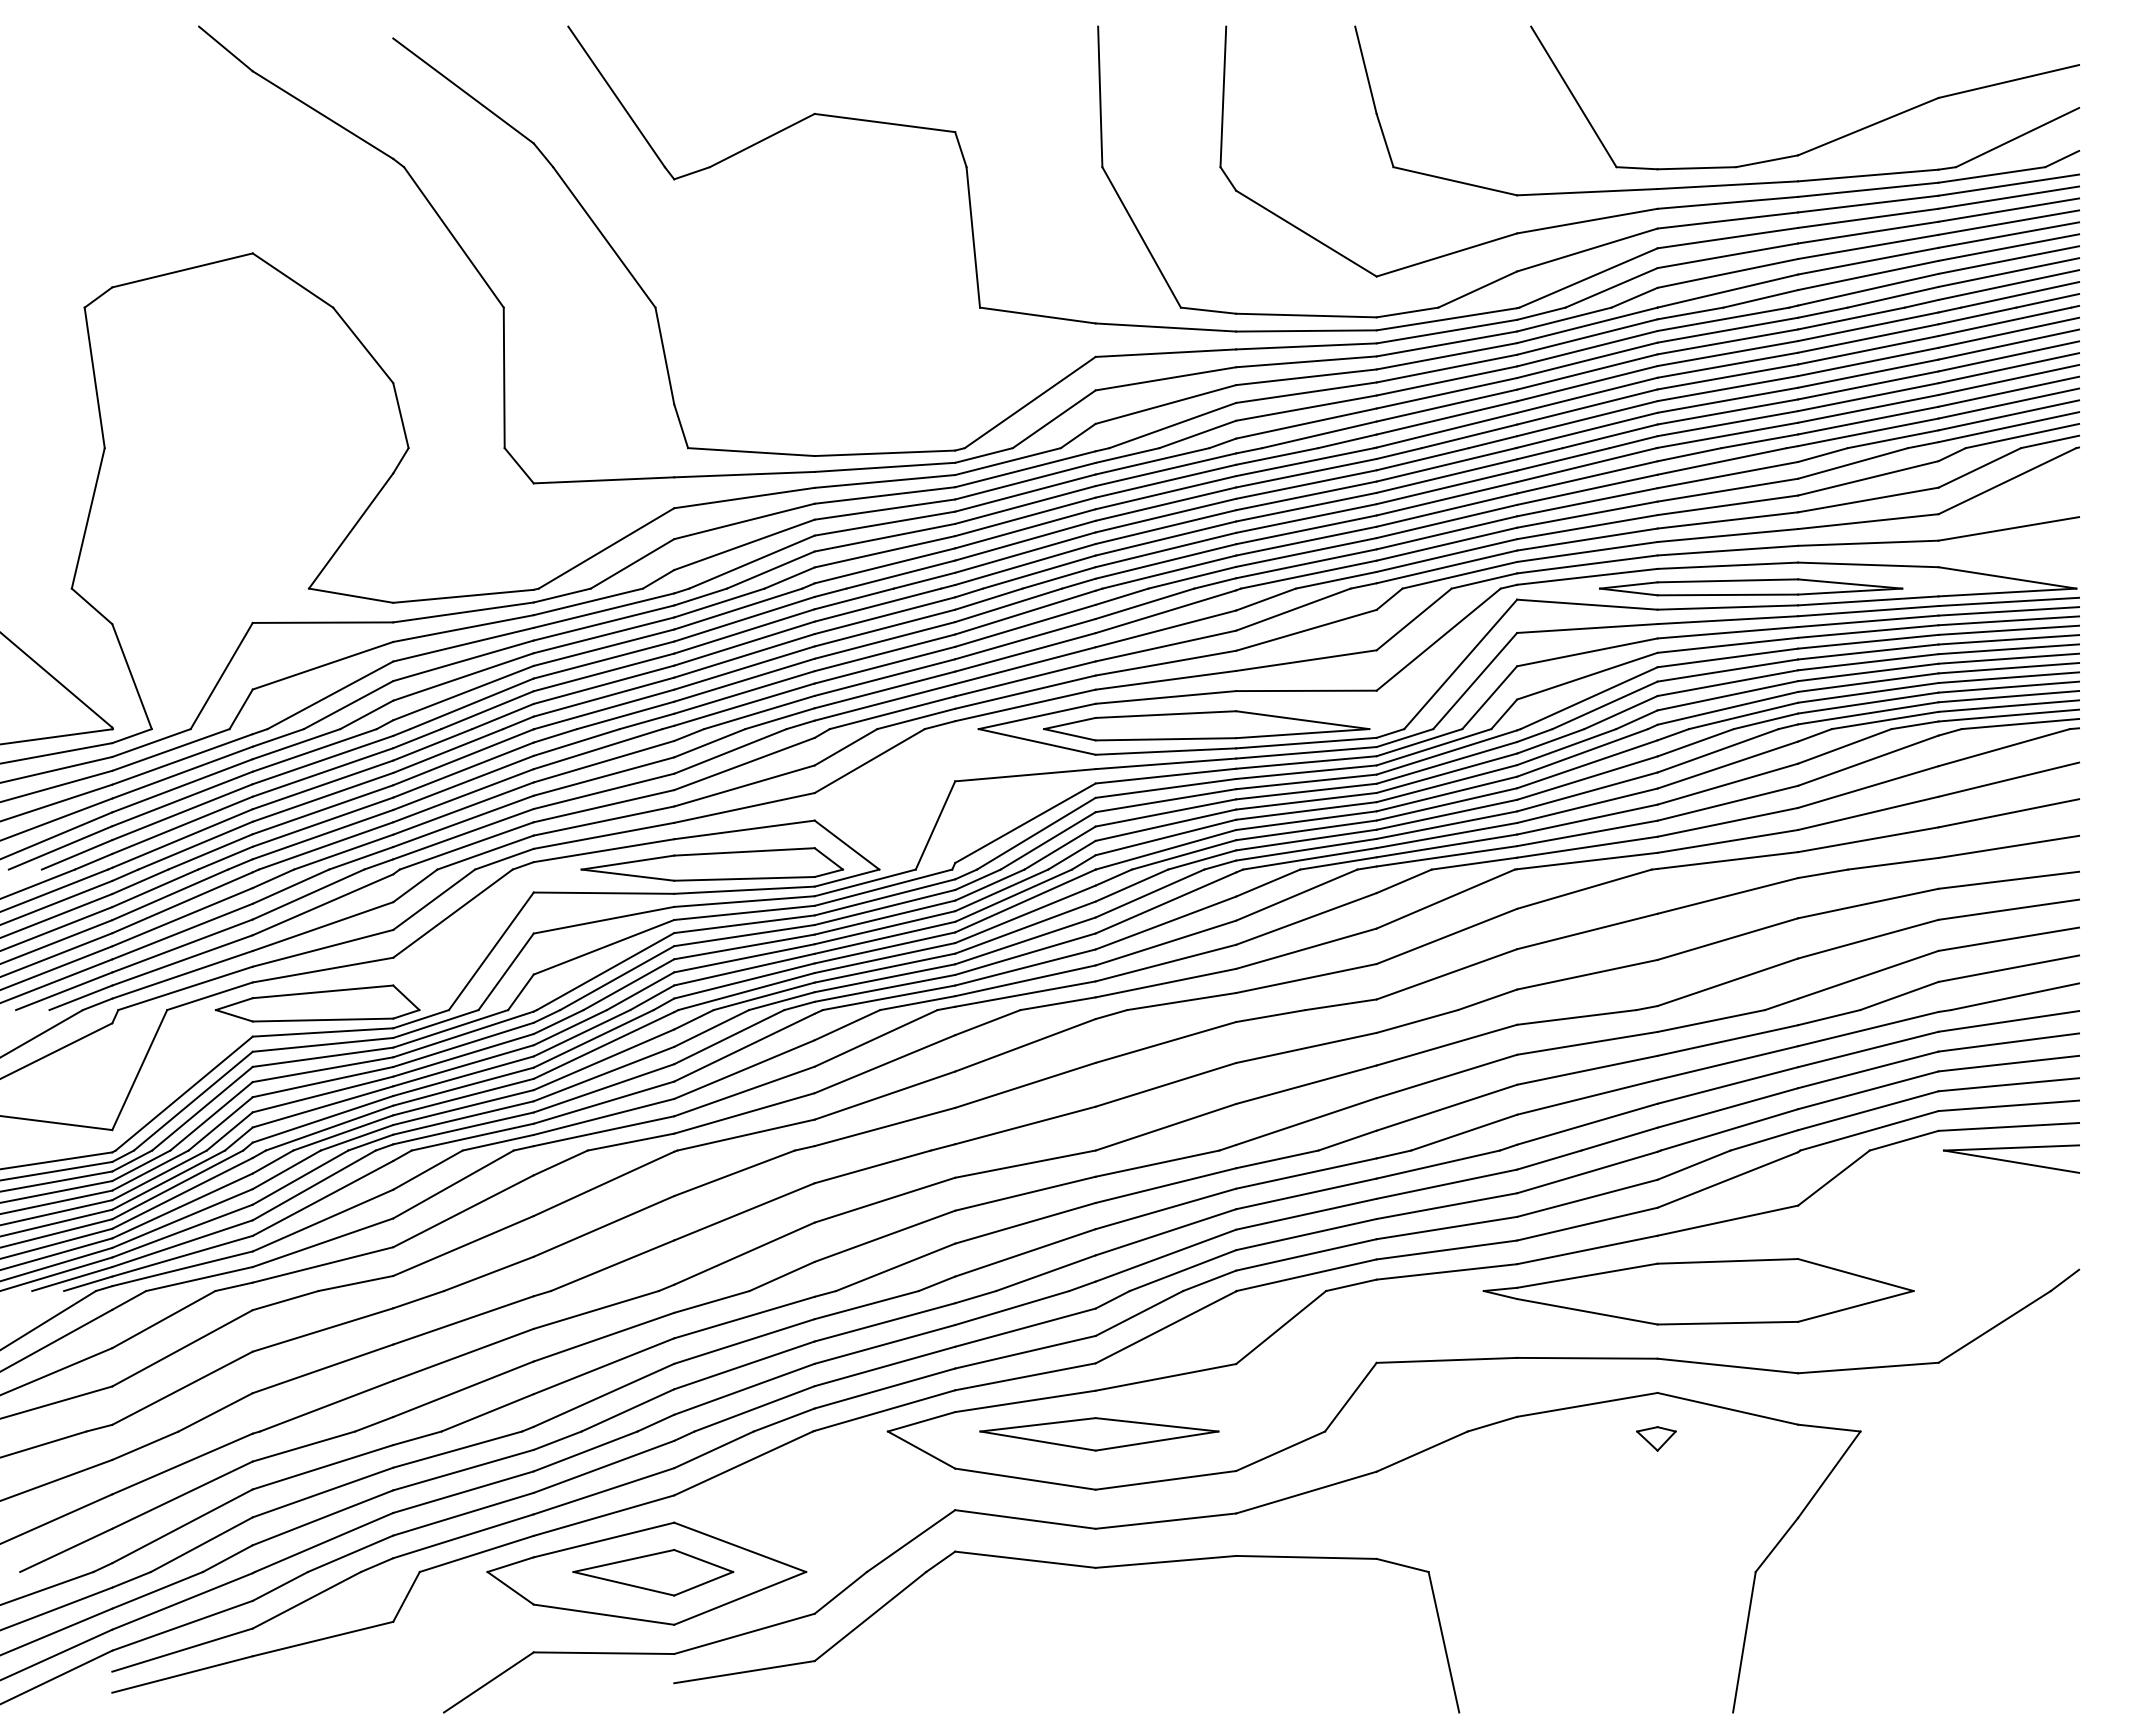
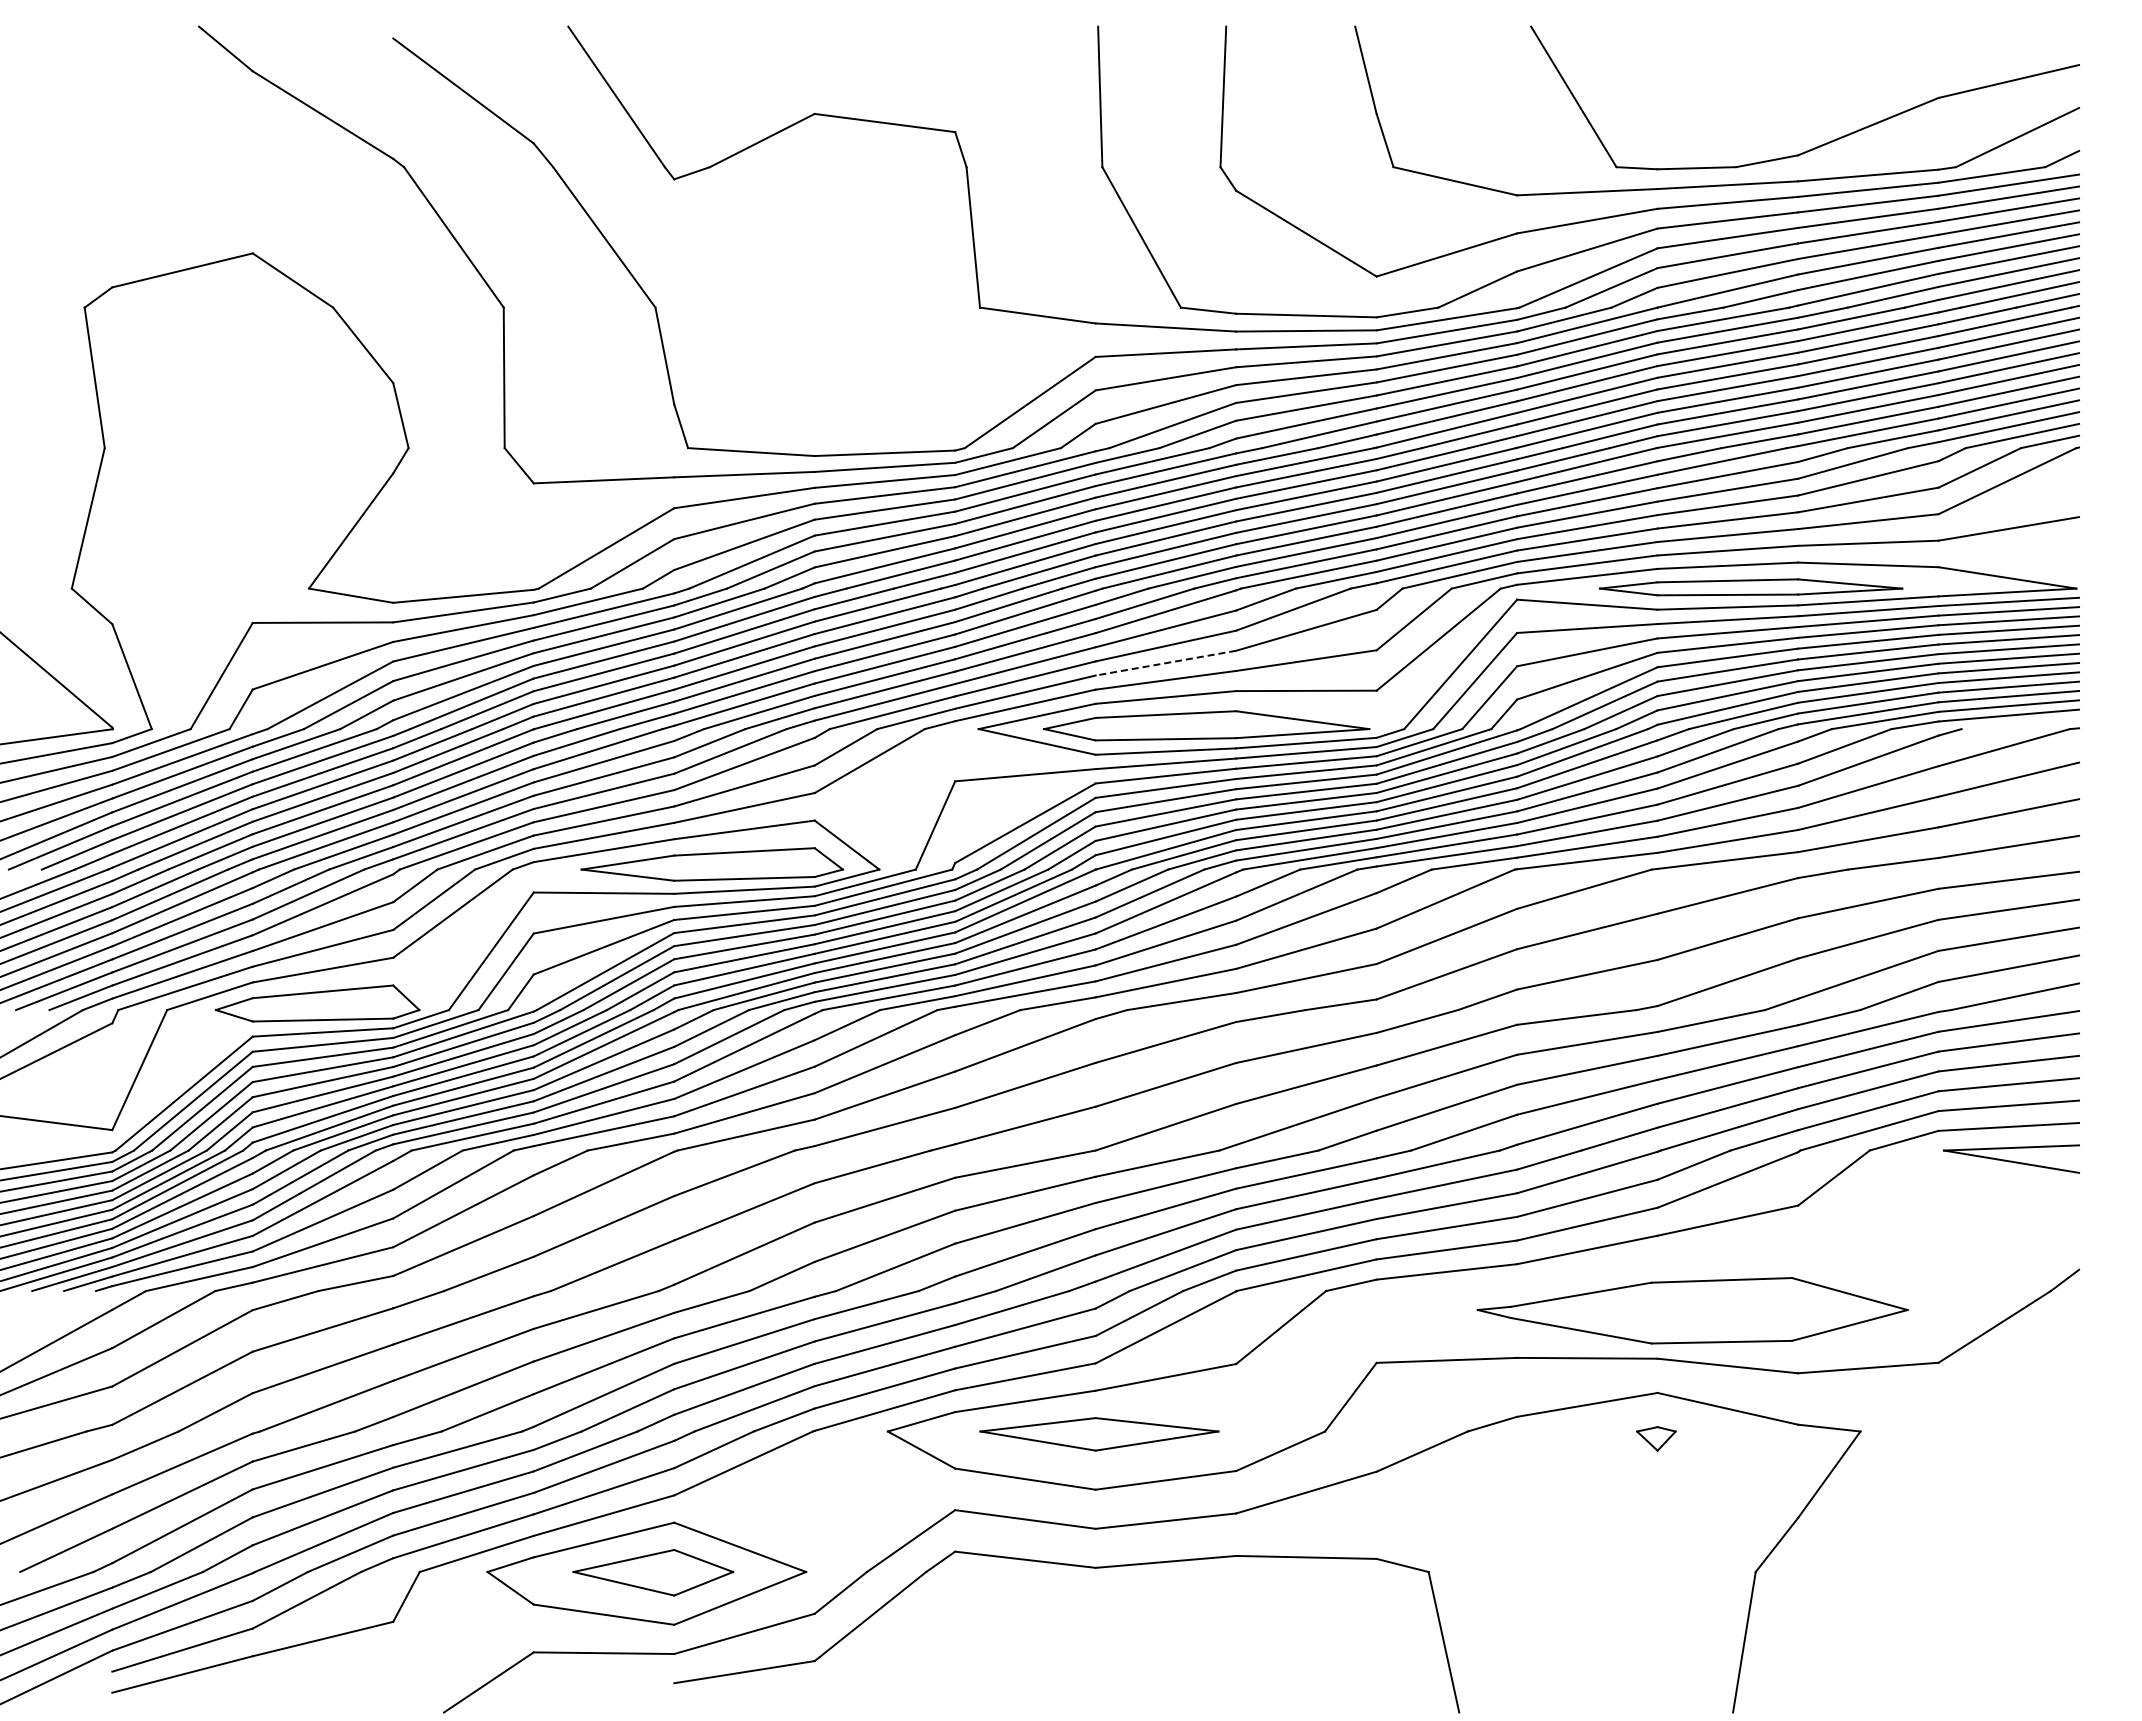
line at (1165, 663): solid -> dashed
line at (2020, 723): present -> none
part at (1698, 1291) position: (1698, 1291) -> (1692, 1310)
line at (49, 1319): present -> none
